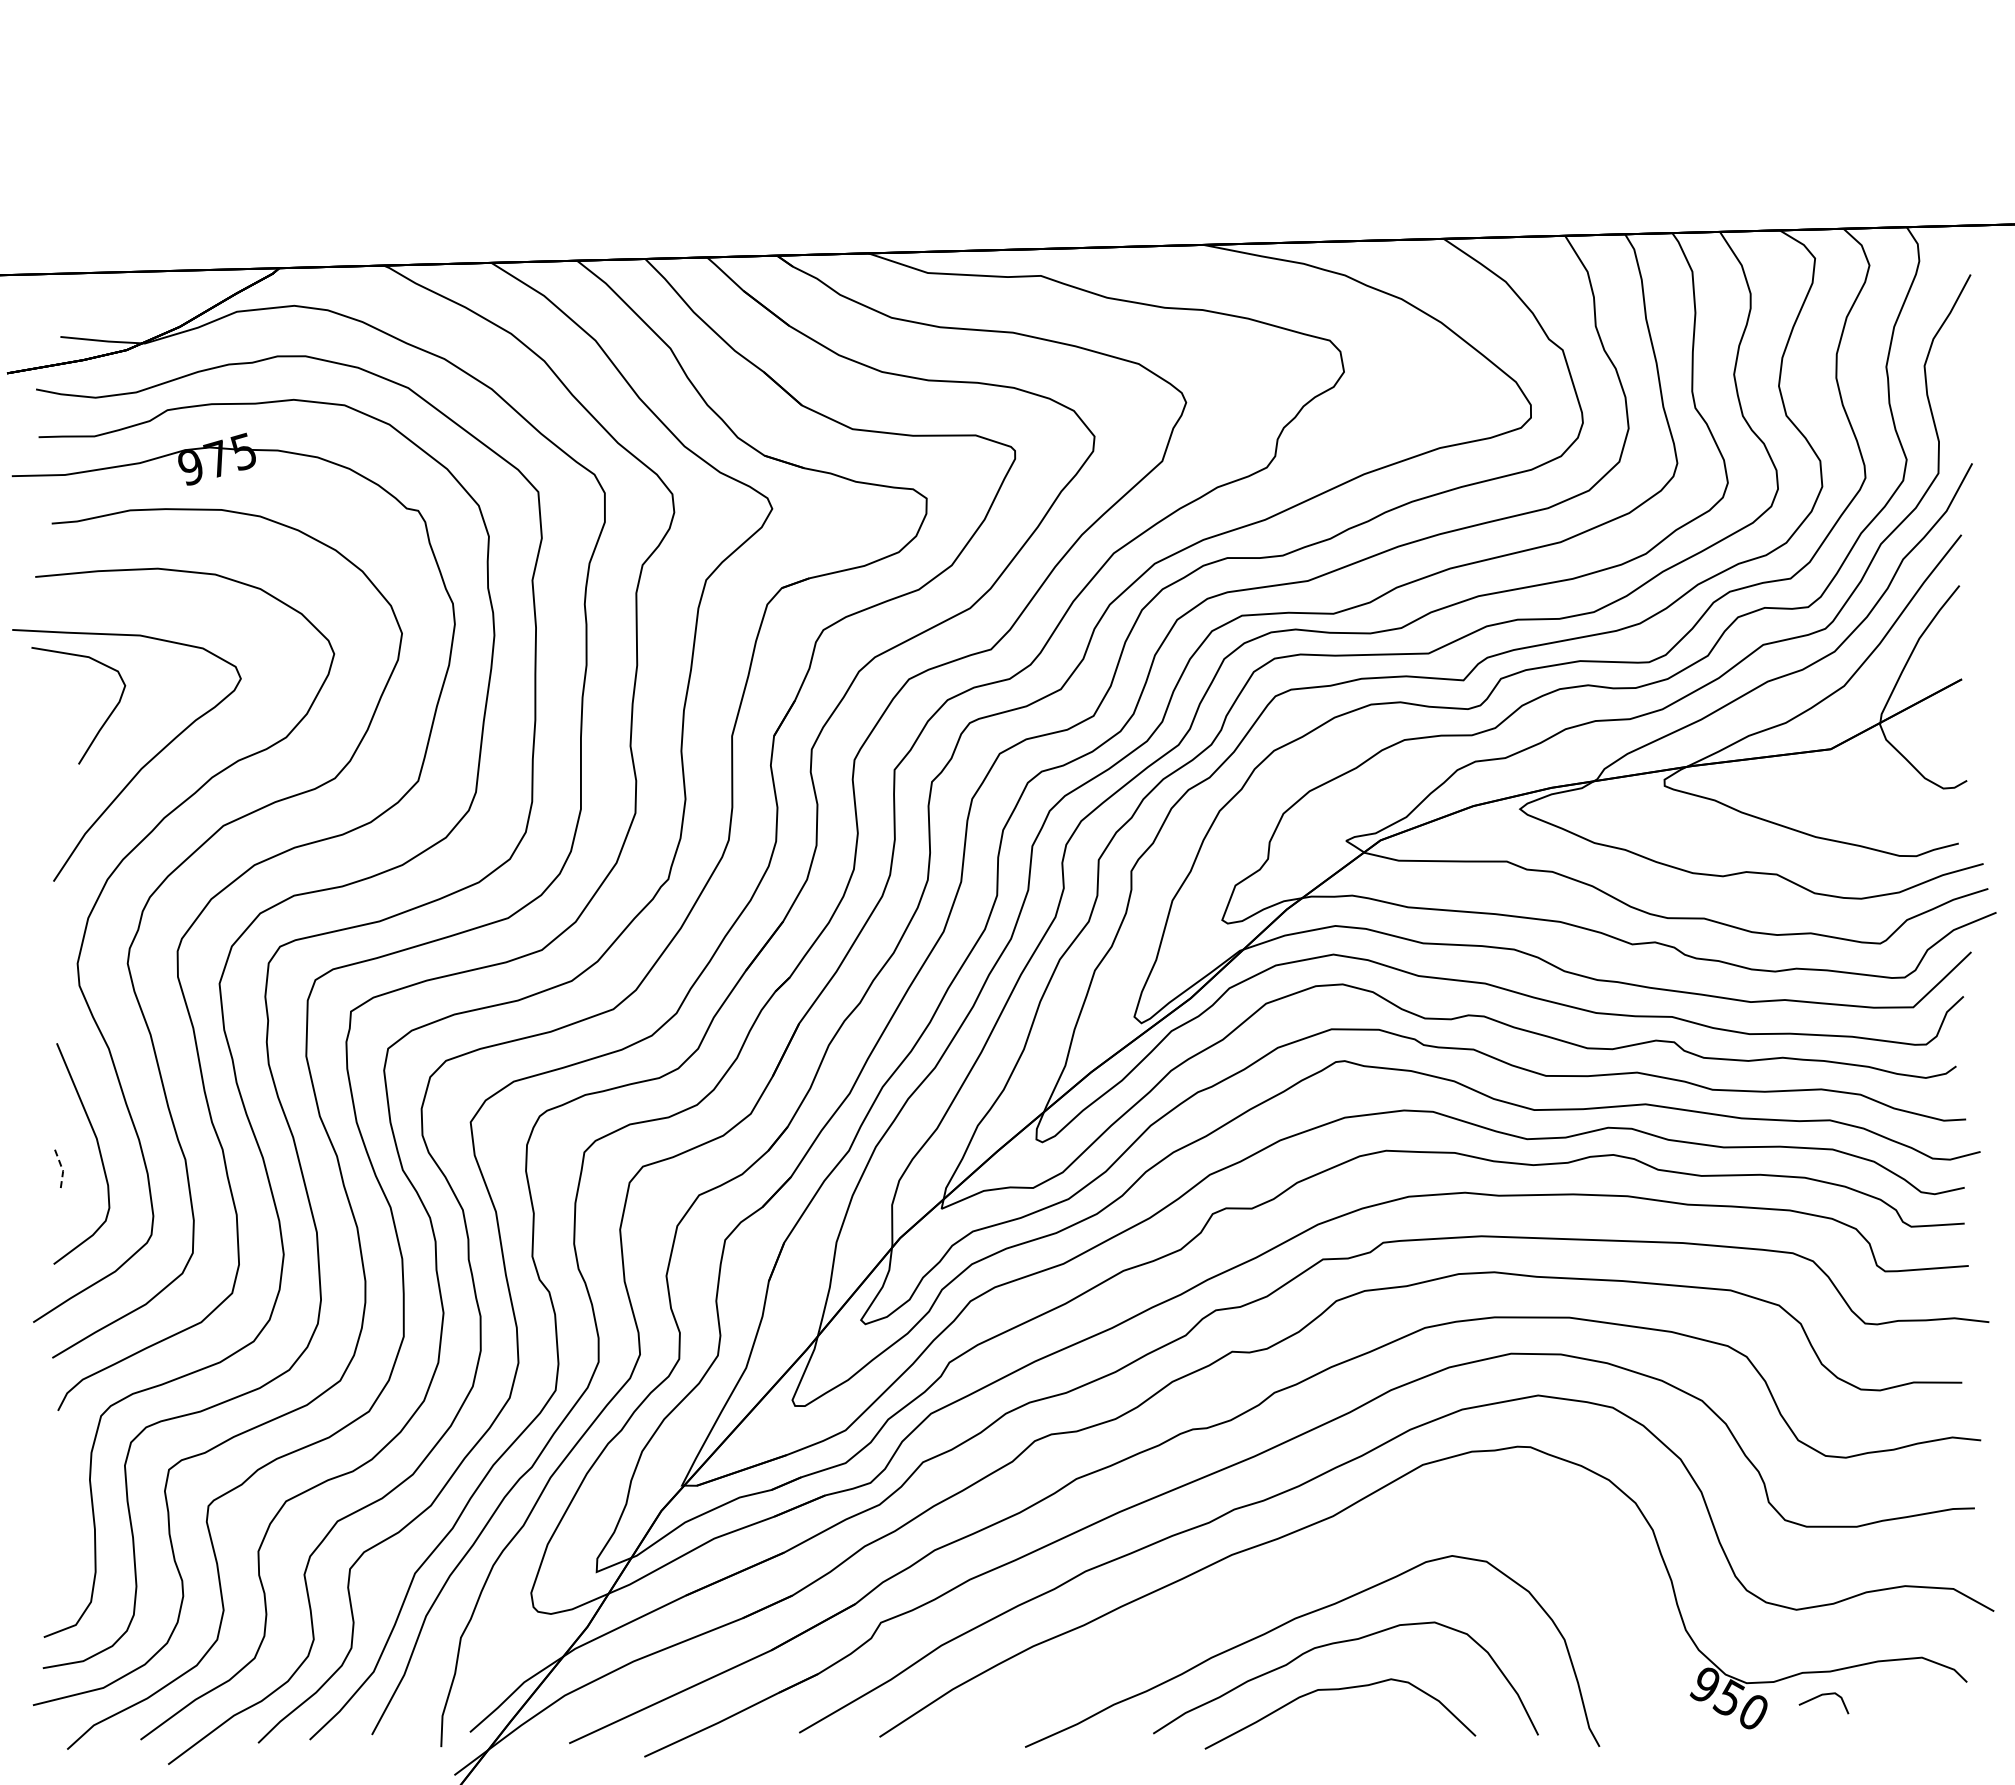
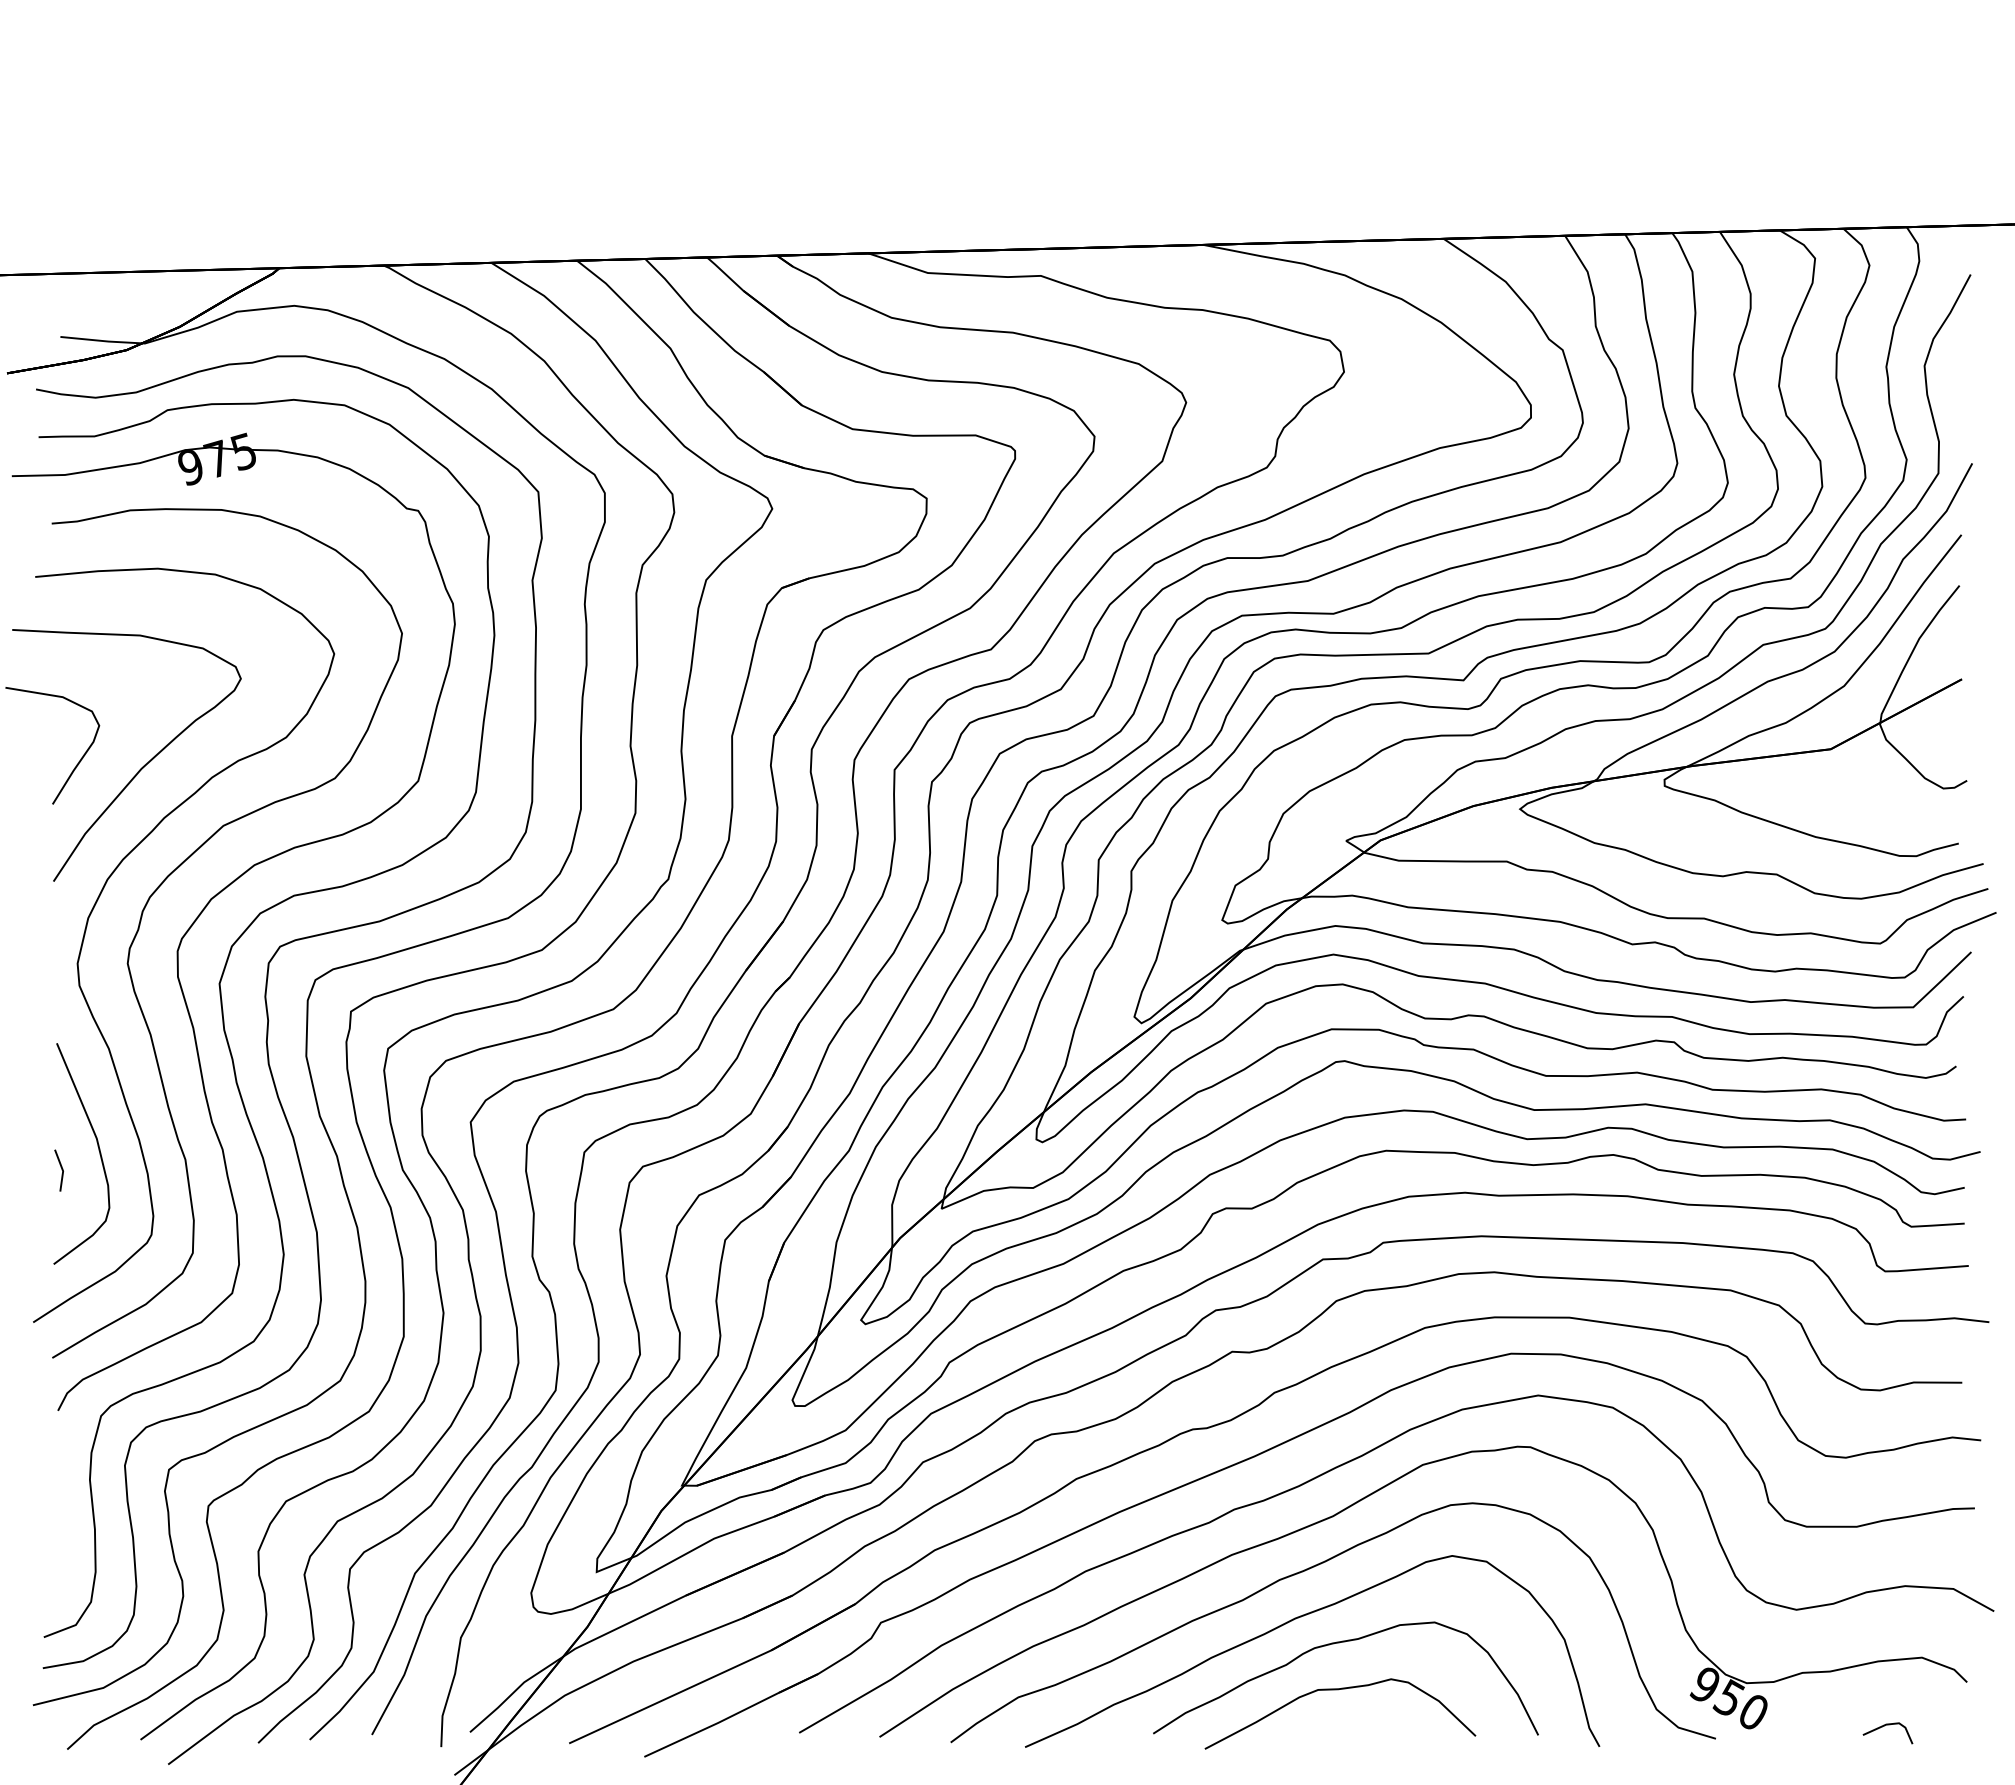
curve at (104, 721) position: (104, 721) -> (78, 761)
line at (63, 1171): dashed -> solid
curve at (1312, 1568): none -> present
line at (1820, 1696) position: (1820, 1696) -> (1884, 1726)
